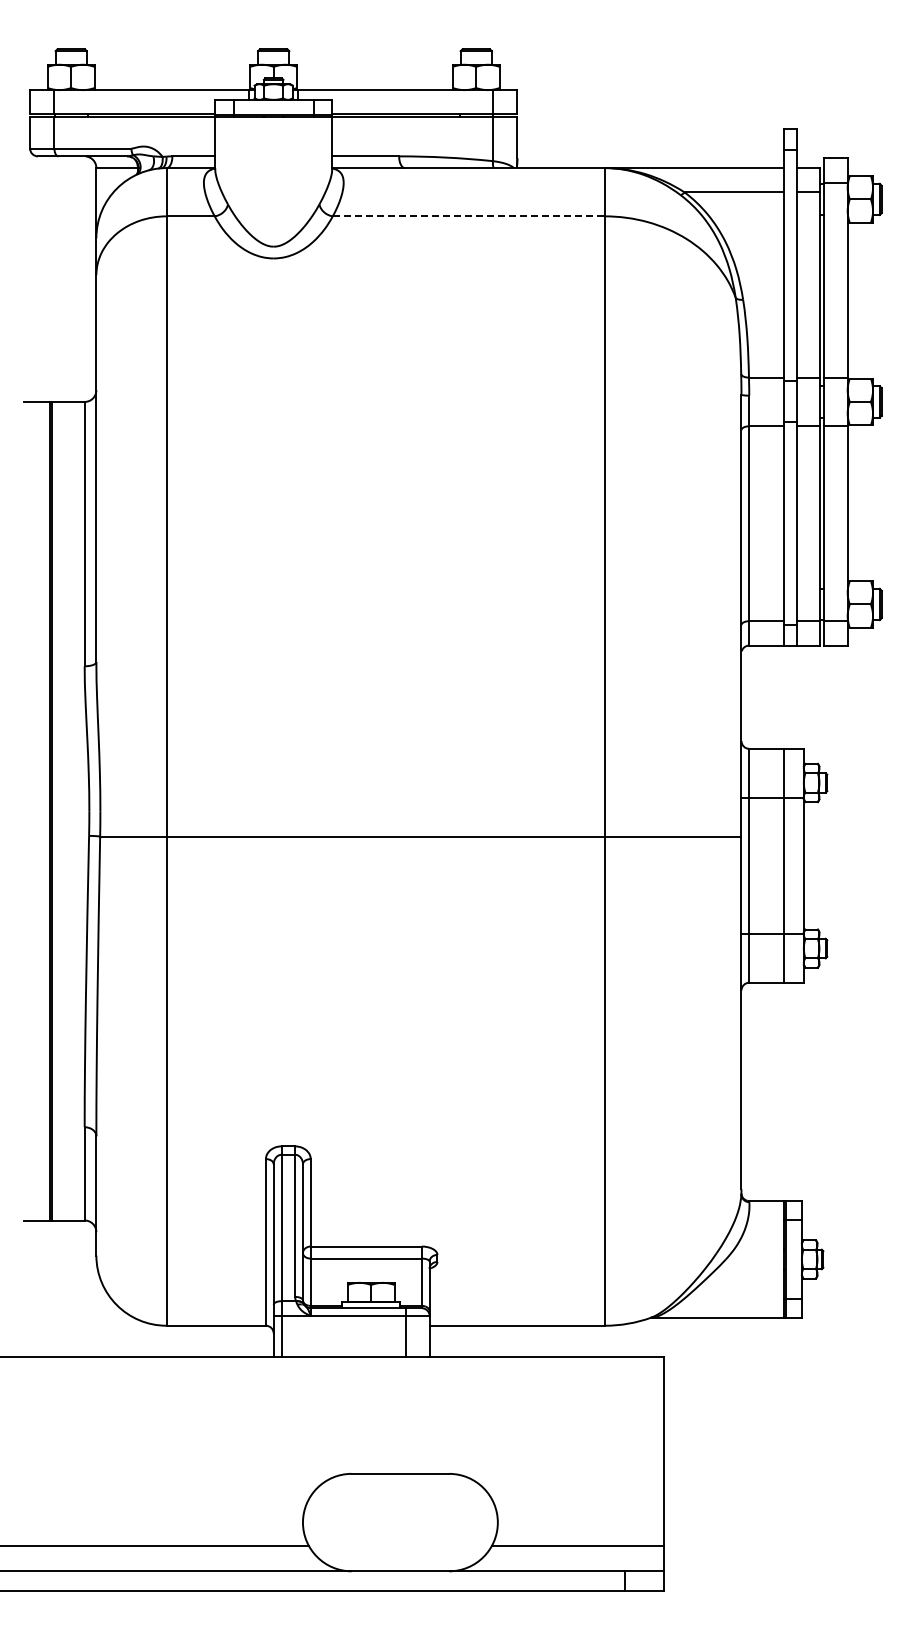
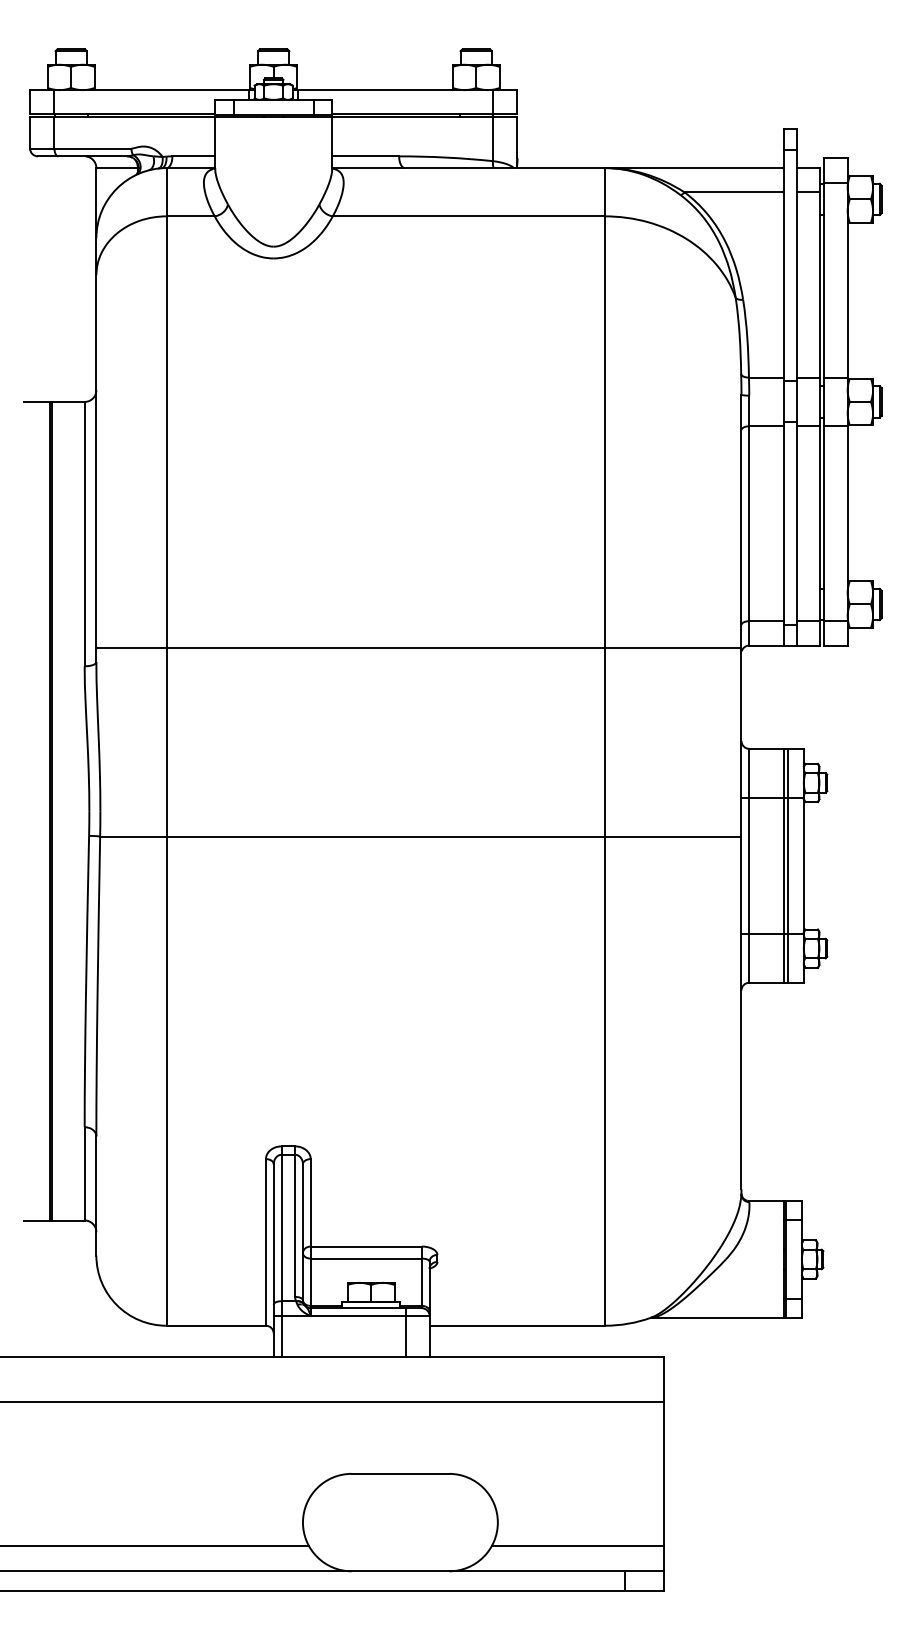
line at (469, 216): dashed -> solid
line at (418, 647): none -> present
line at (788, 865): none -> present
line at (332, 1401): none -> present
